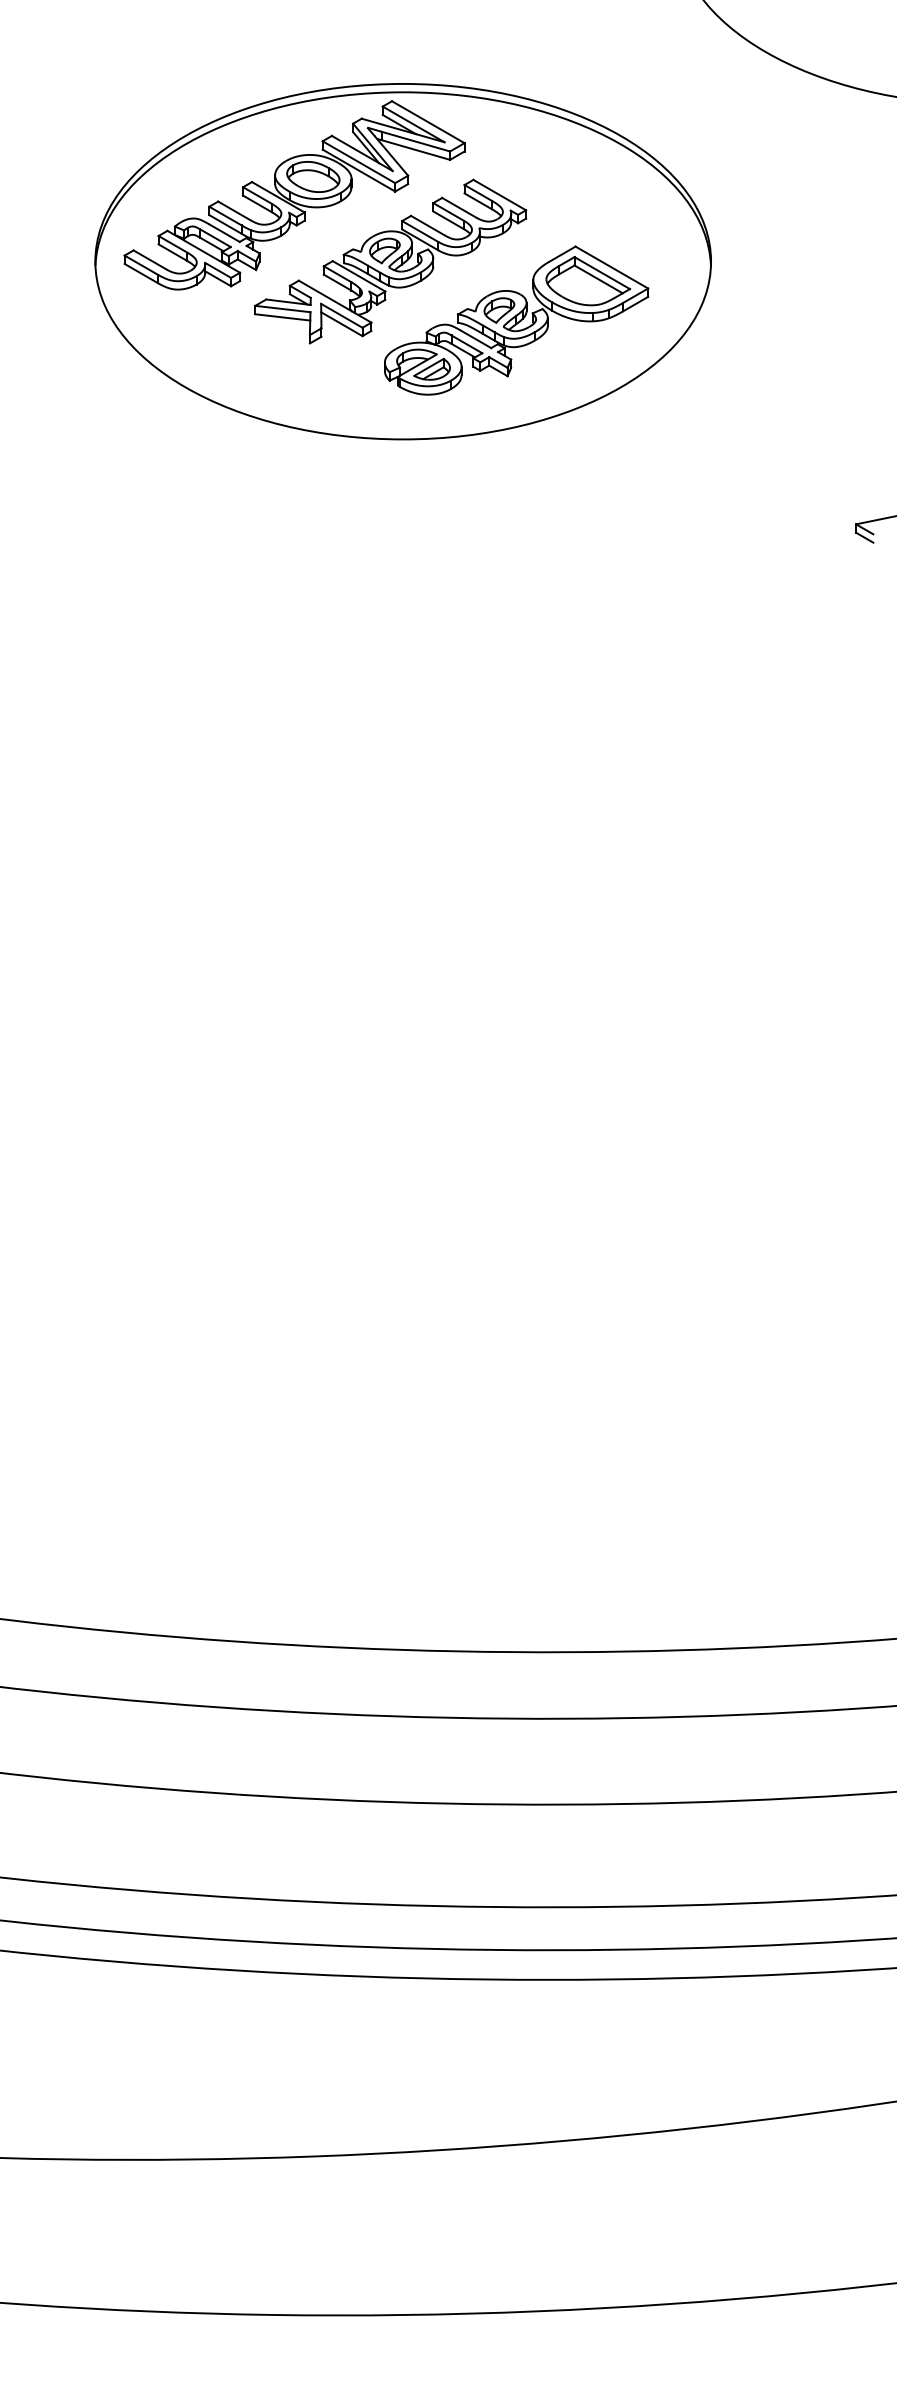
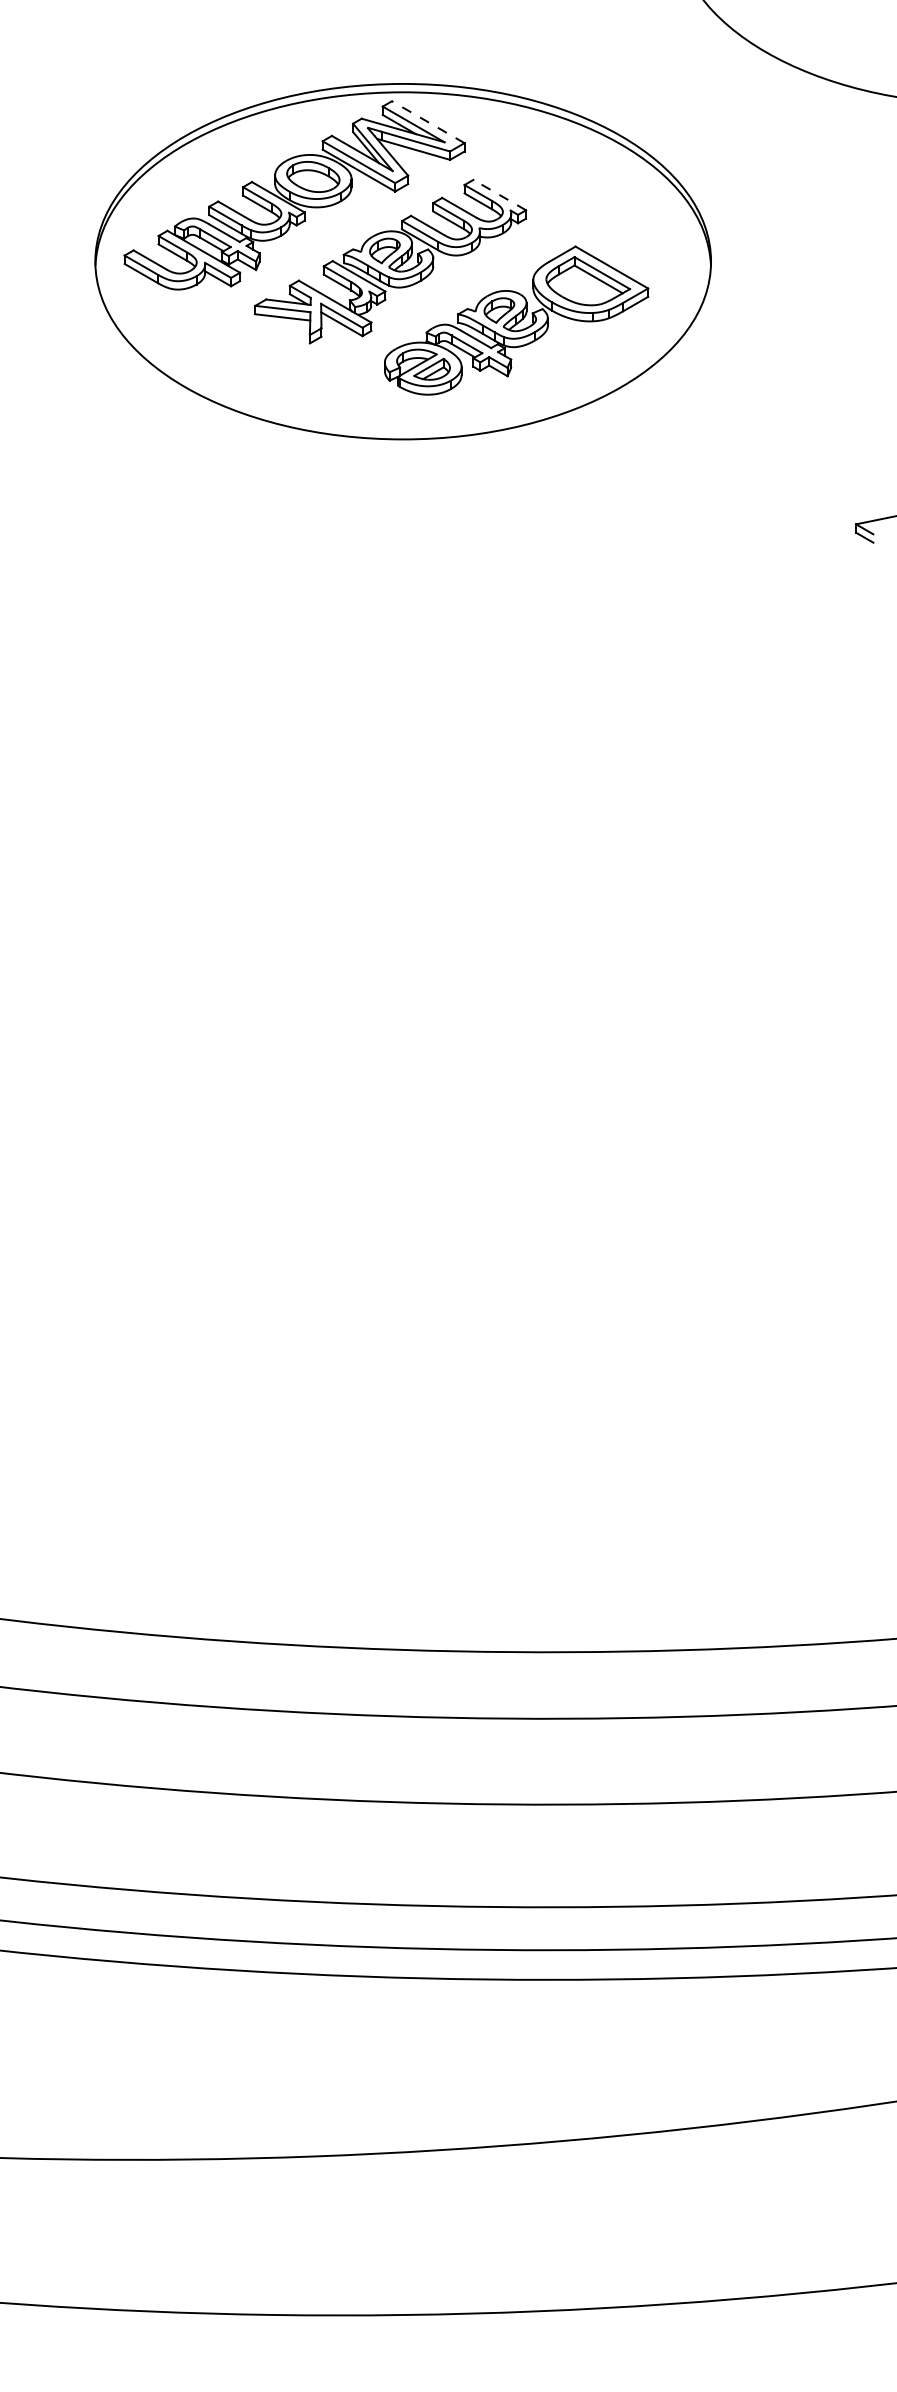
line at (428, 122): solid -> dashed
line at (499, 194): solid -> dashed
